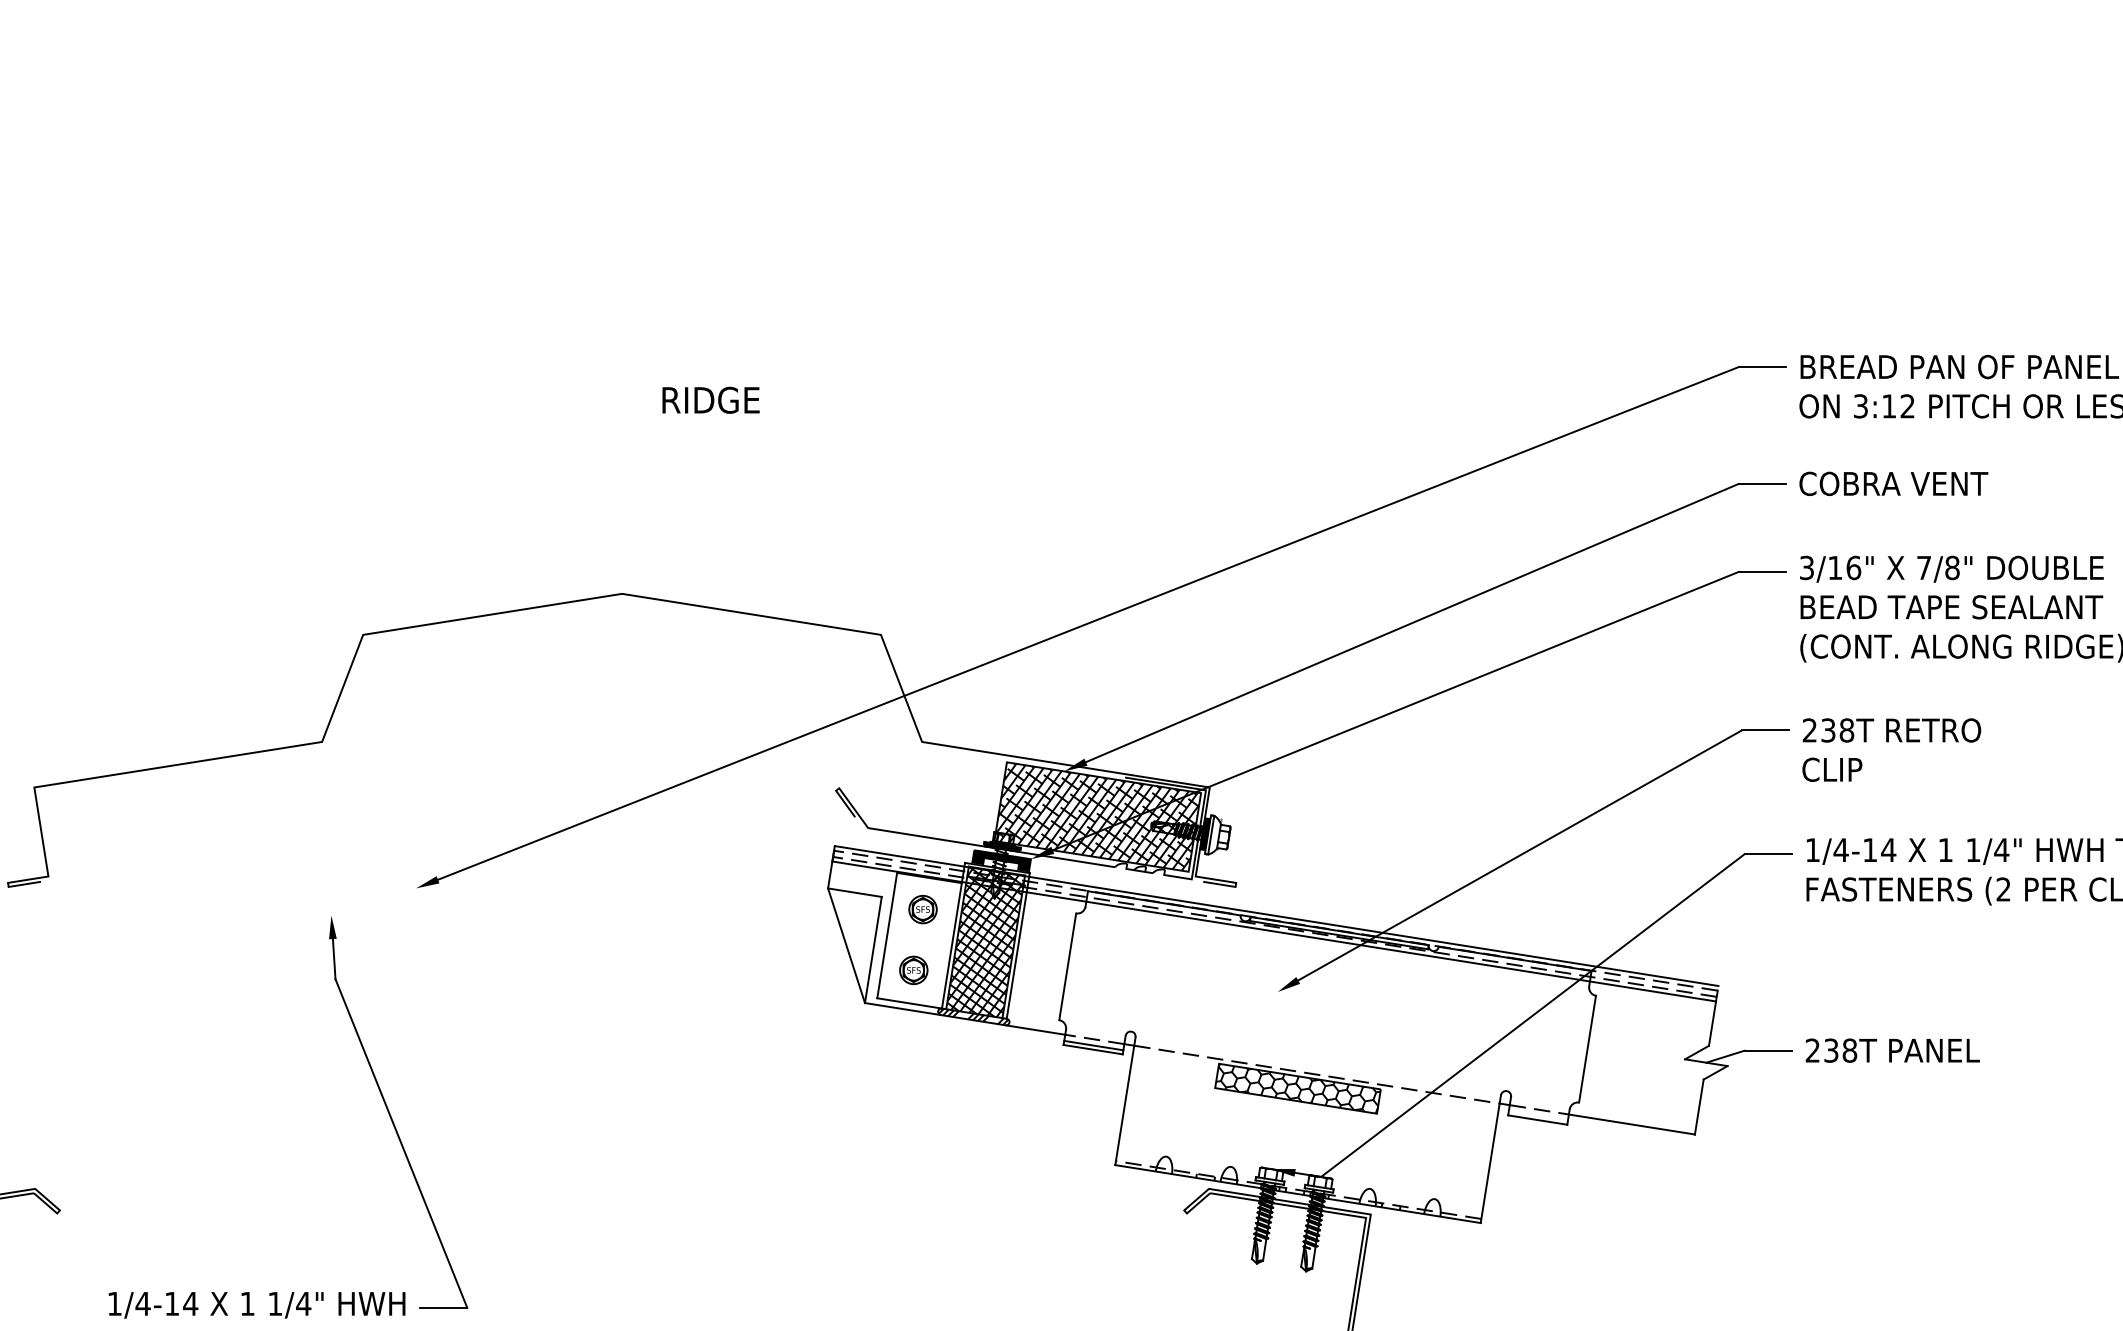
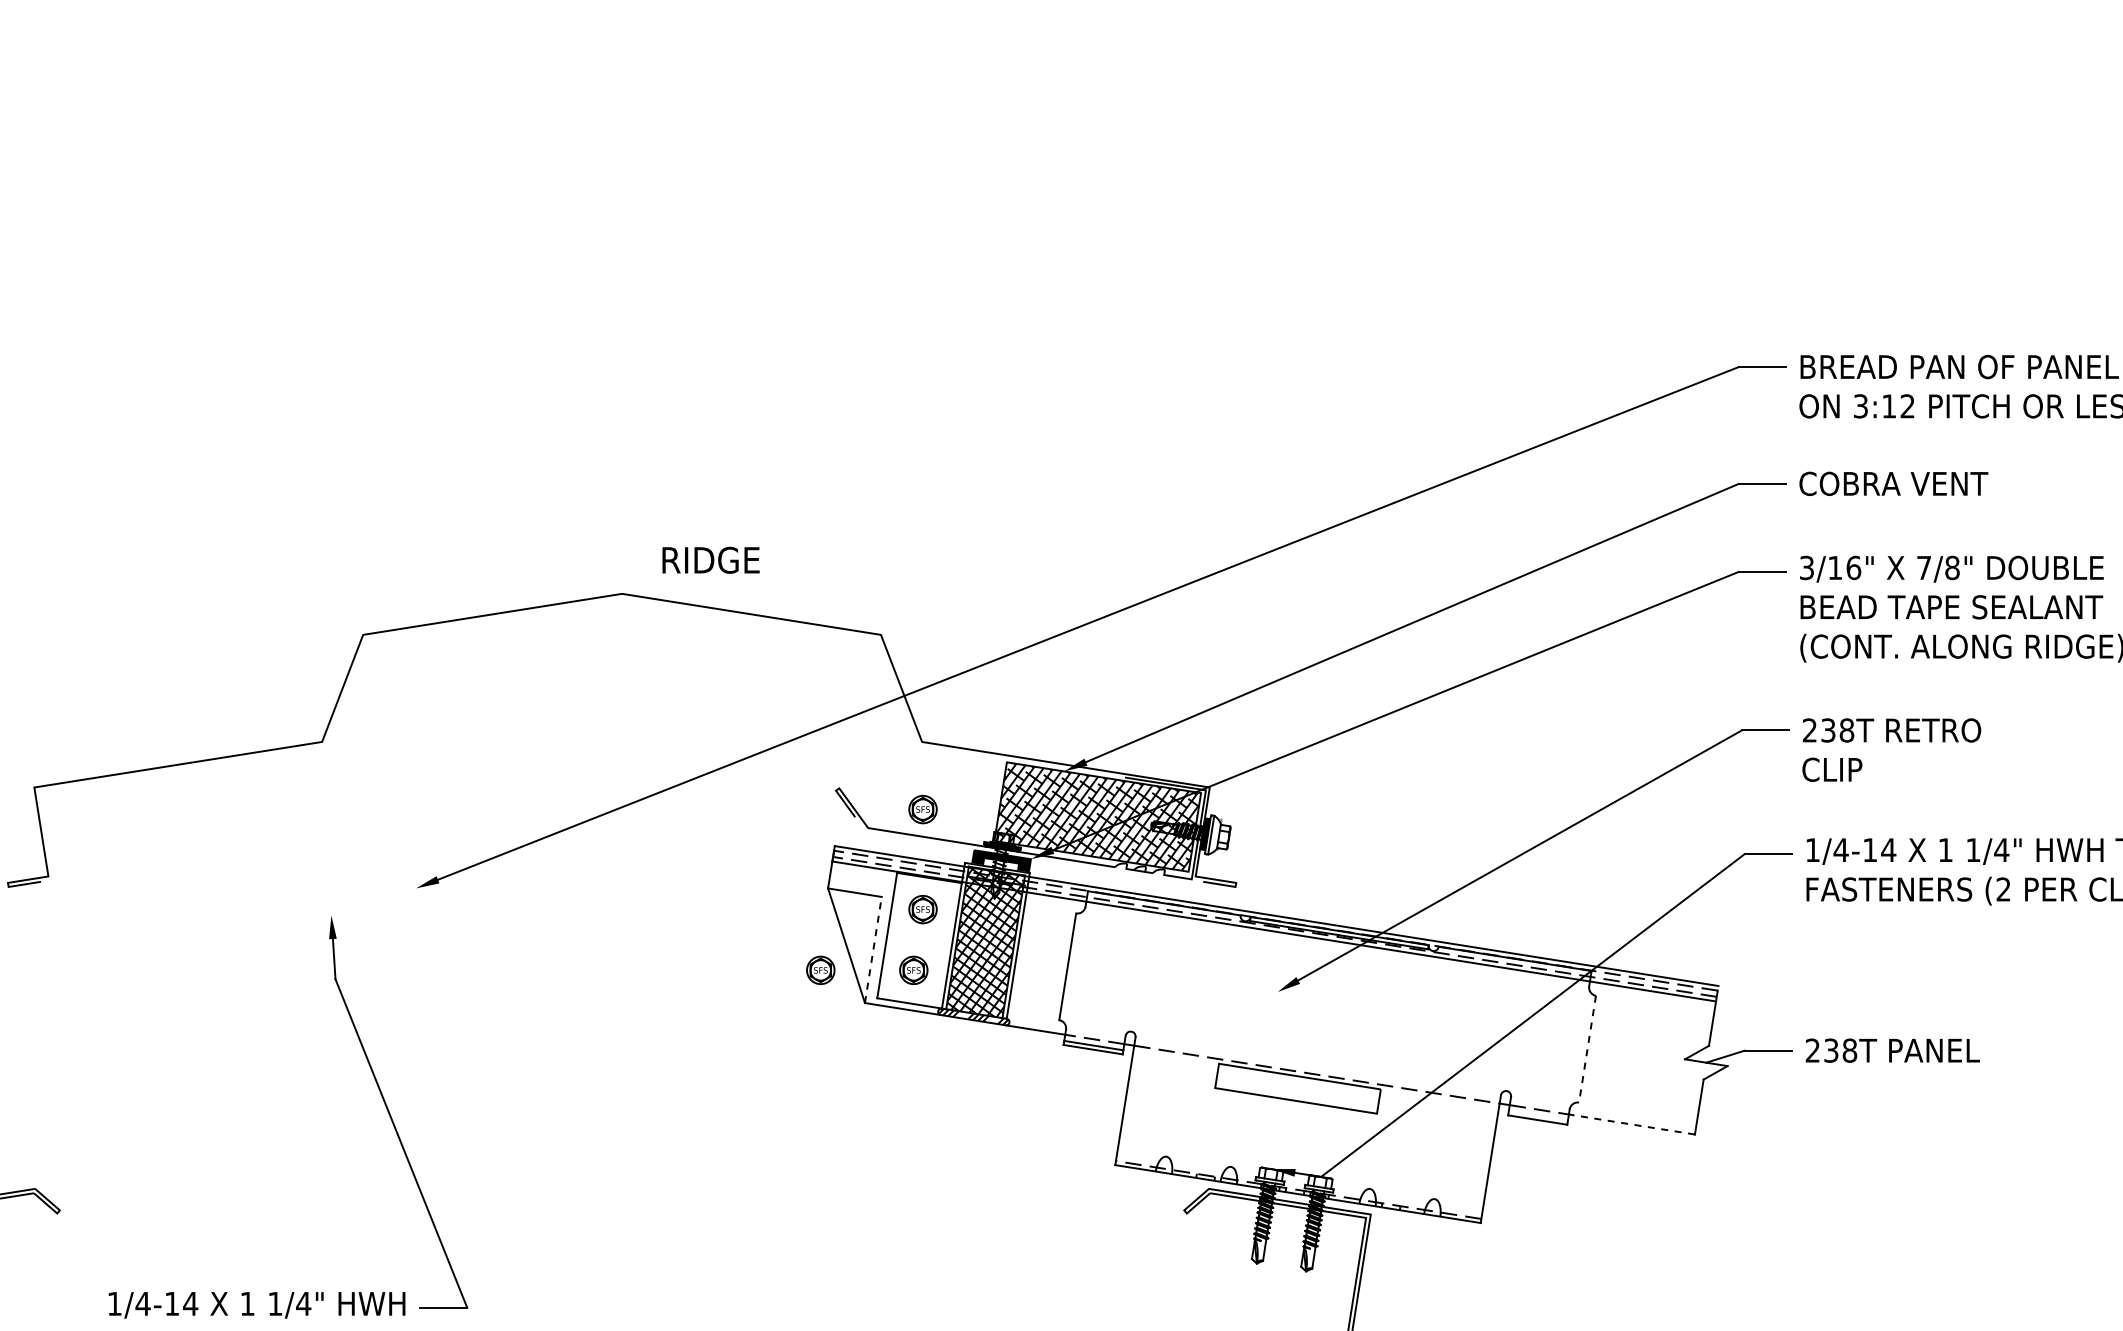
text at (710, 399) position: (710, 399) -> (710, 559)
part at (922, 809): none -> present
line at (873, 950): solid -> dashed
part at (820, 970): none -> present
line at (1587, 1049): solid -> dashed
hatch at (1298, 1088): present -> none
line at (1631, 1124): solid -> dashed
